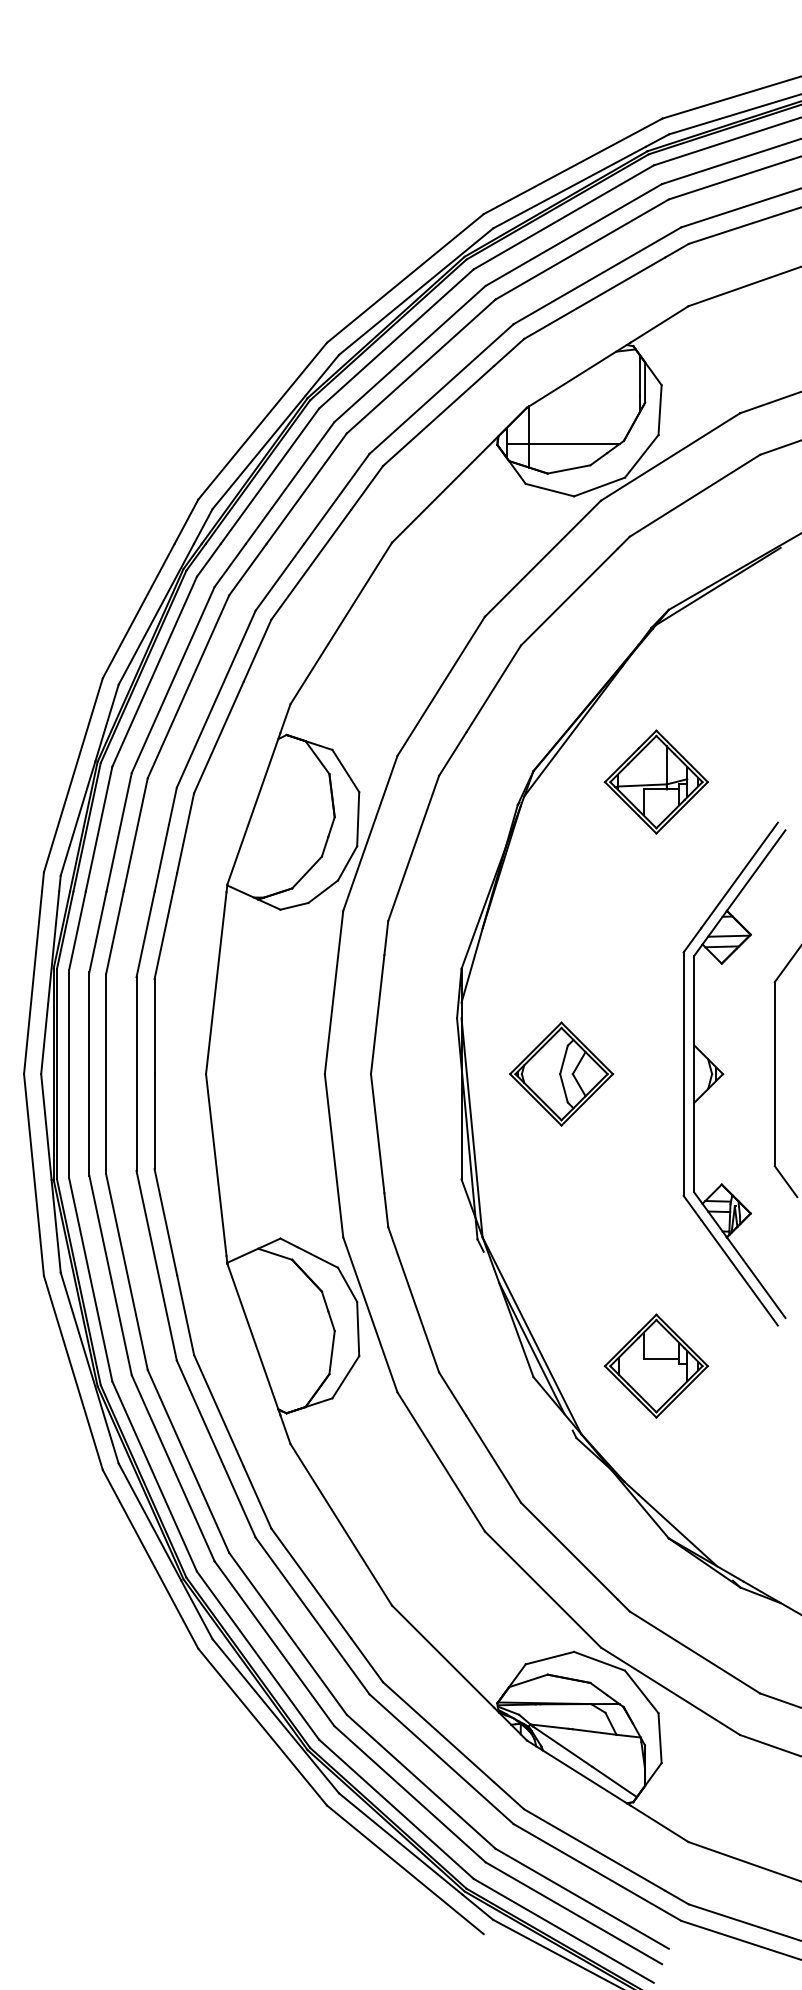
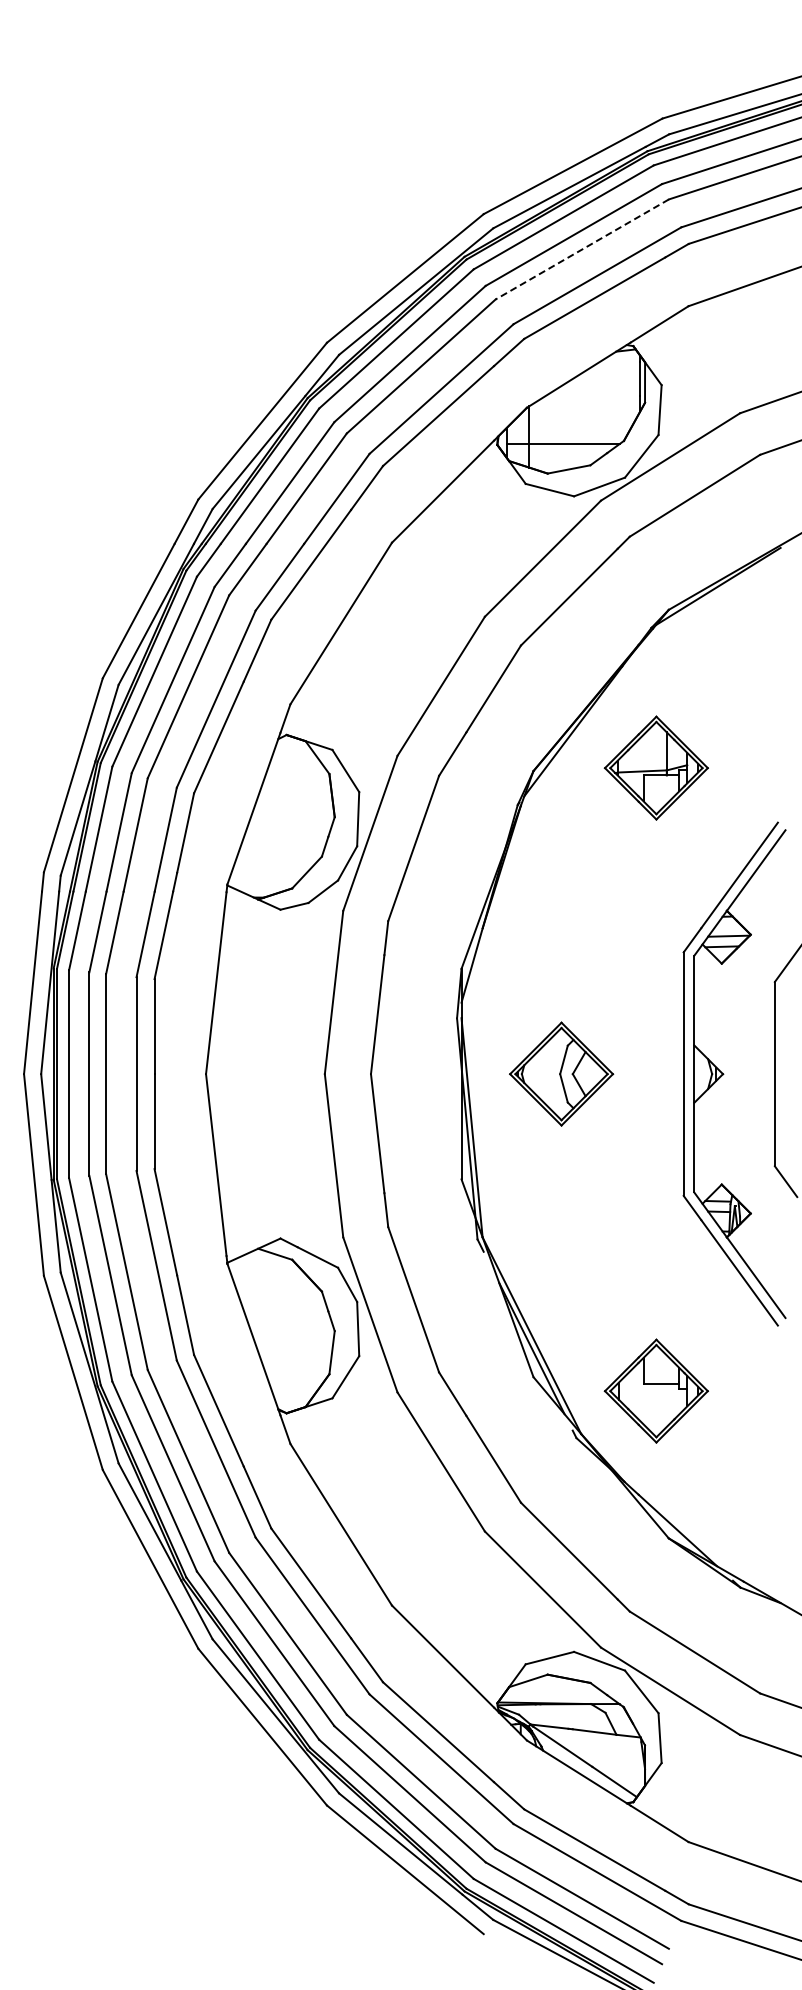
line at (581, 249): solid -> dashed
part at (655, 781) position: (655, 781) -> (655, 767)
part at (655, 1365) position: (655, 1365) -> (655, 1390)
